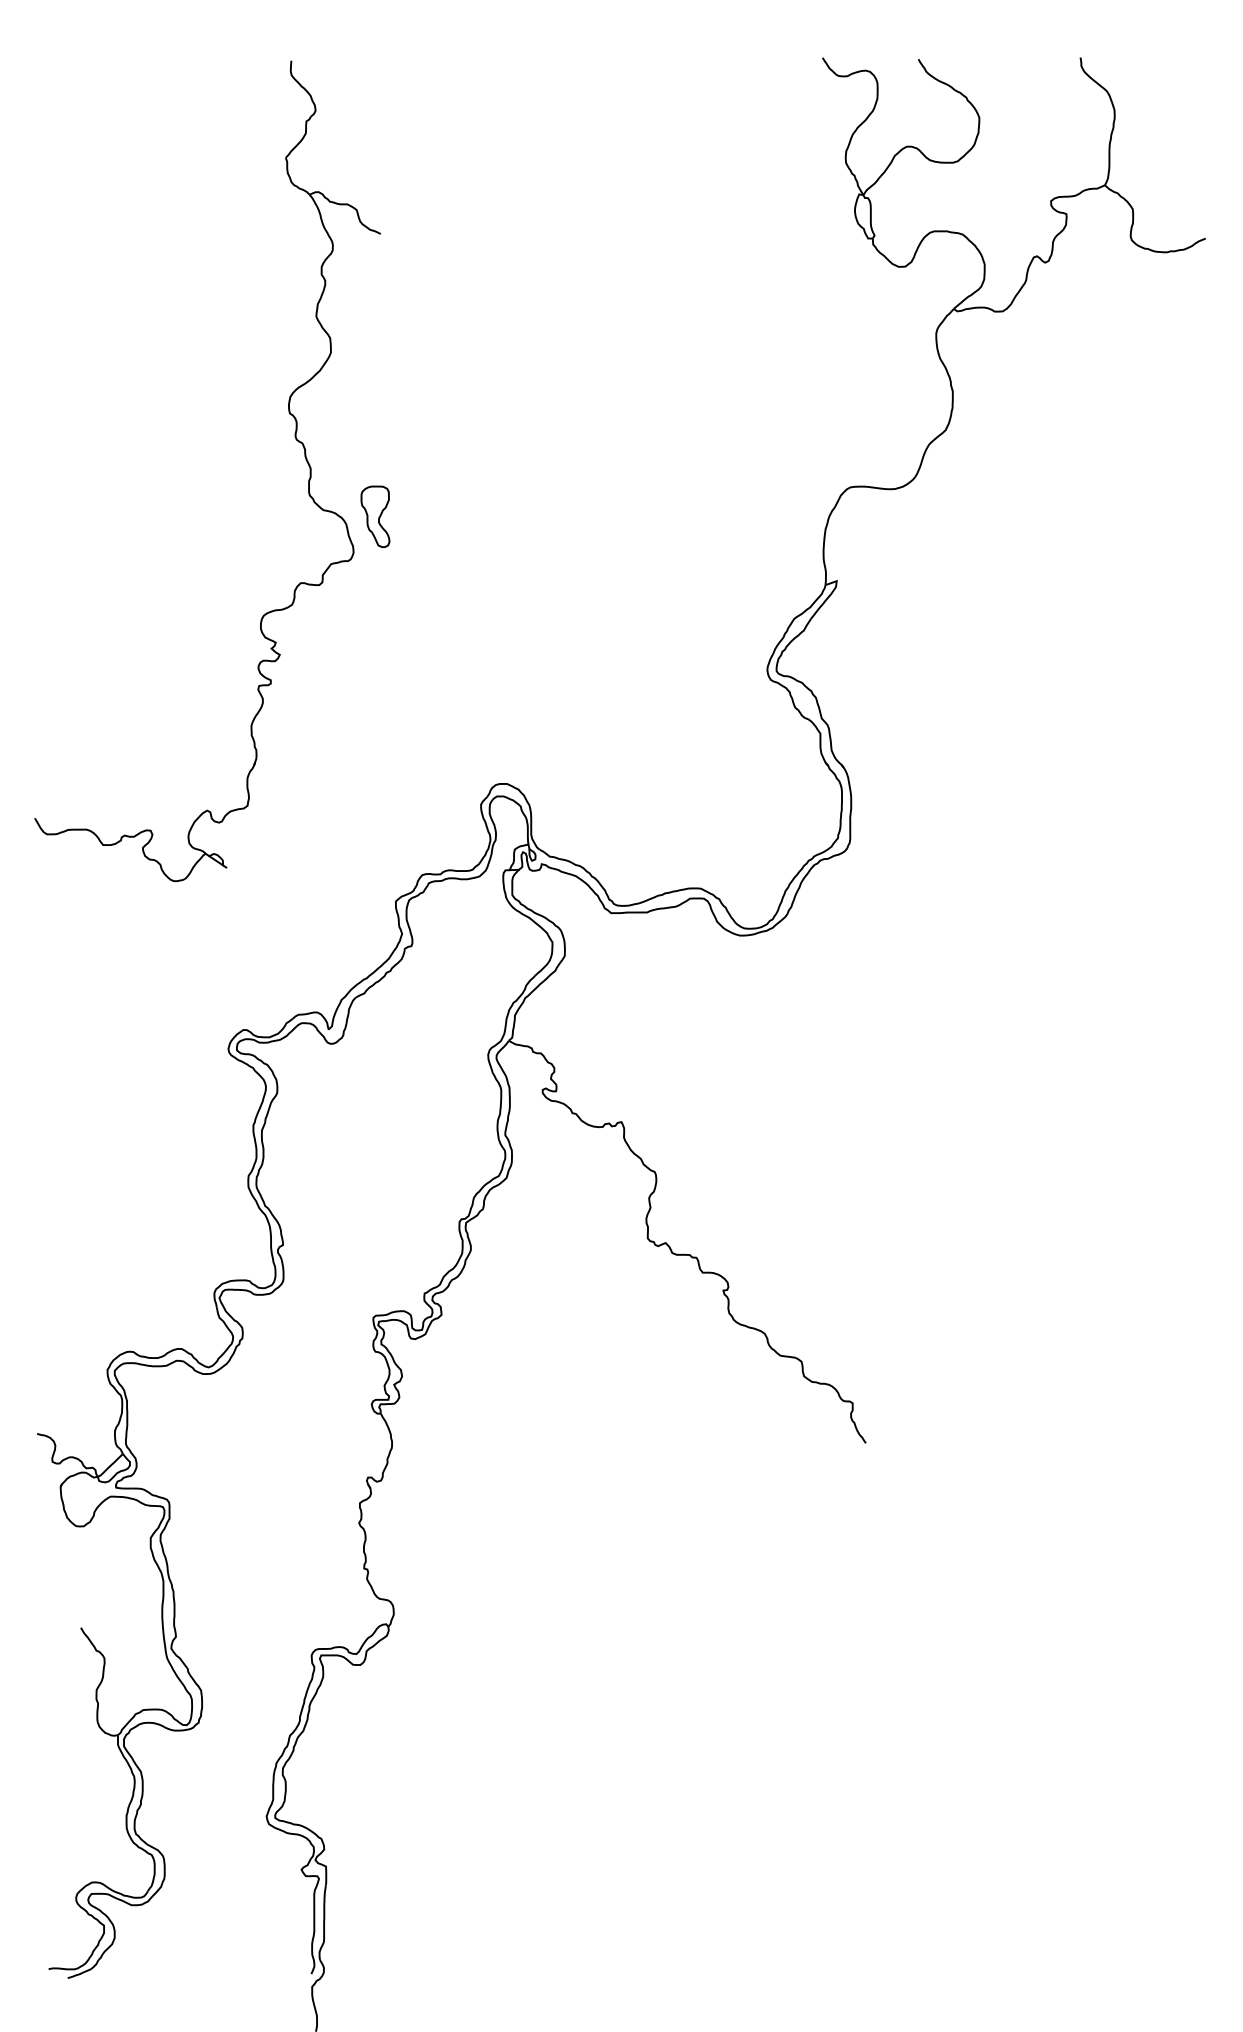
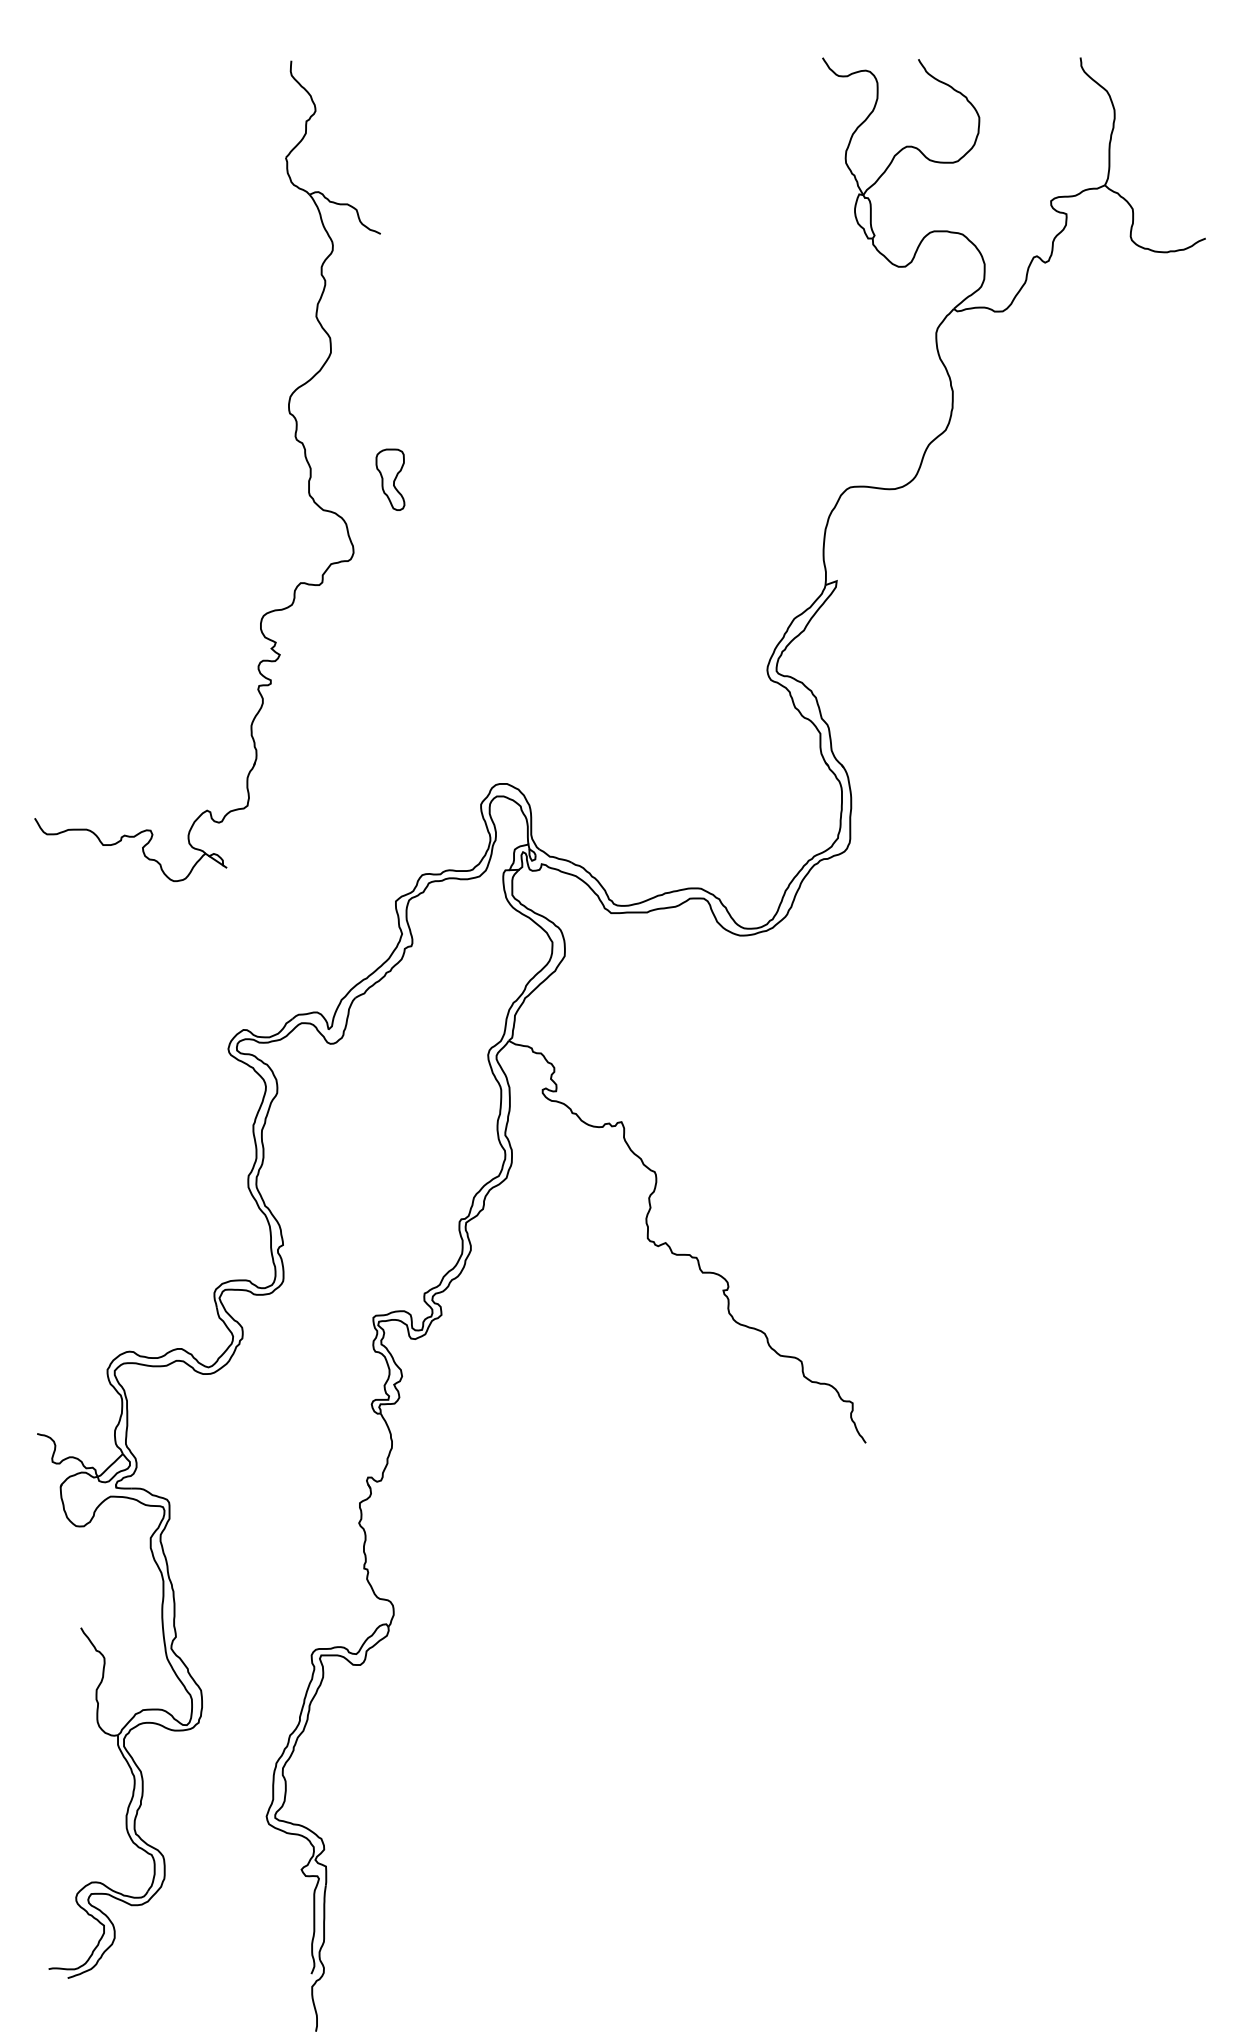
part at (375, 516) position: (375, 516) -> (390, 479)
